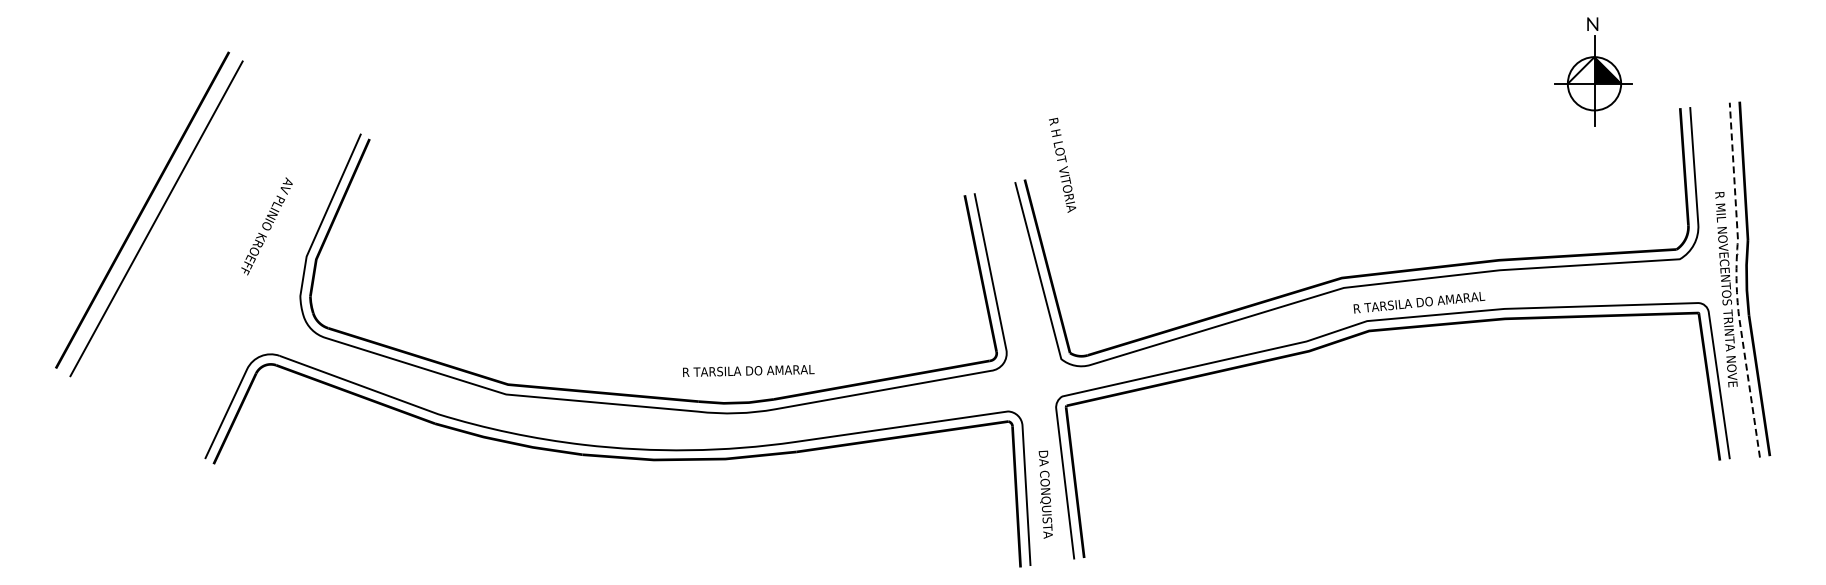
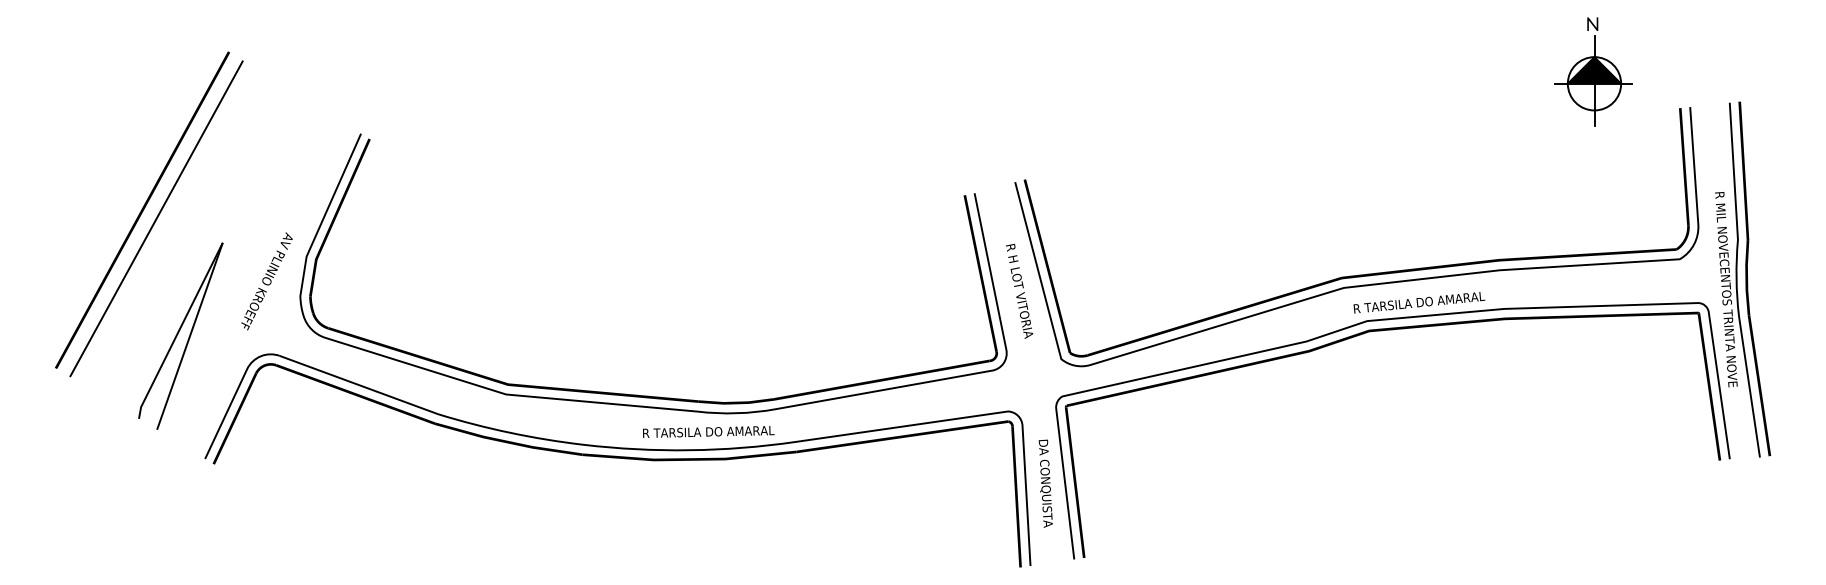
fill at (1580, 70): none -> present
text at (1062, 164) position: (1062, 164) -> (1019, 290)
text at (266, 226) position: (266, 226) -> (266, 281)
line at (1736, 280): dashed -> solid
part at (180, 335): none -> present
text at (748, 370) position: (748, 370) -> (708, 431)
text at (1045, 494) position: (1045, 494) -> (1045, 483)
